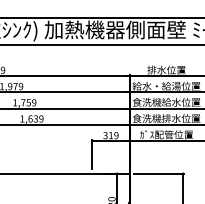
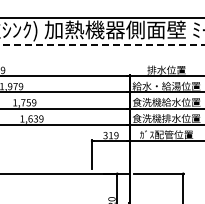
line at (102, 44): solid -> dashed
